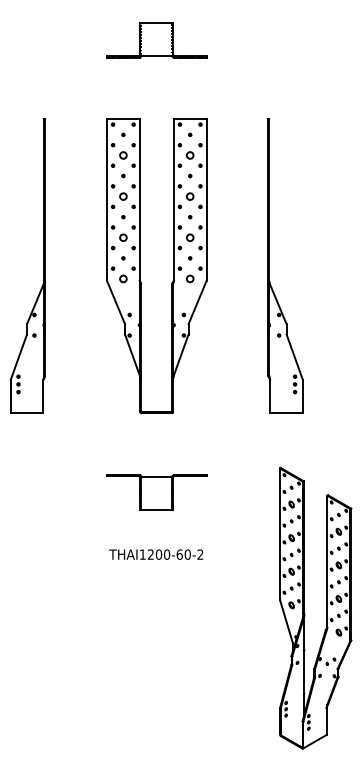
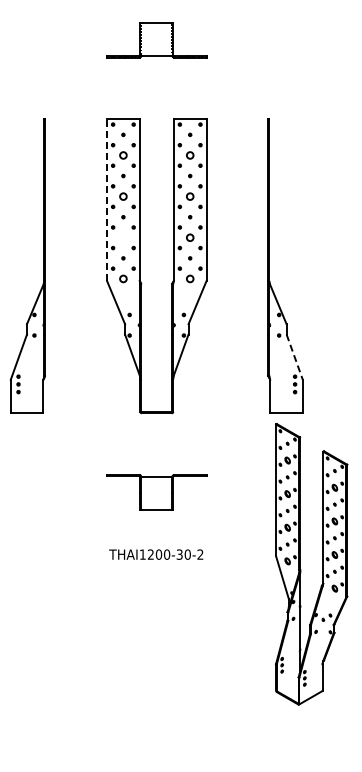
line at (107, 200): solid -> dashed
circle at (123, 237): present -> none
line at (294, 357): solid -> dashed
text at (179, 554): THAI1200-60-2 -> THAI1200-30-2
part at (304, 608) position: (304, 608) -> (300, 564)
